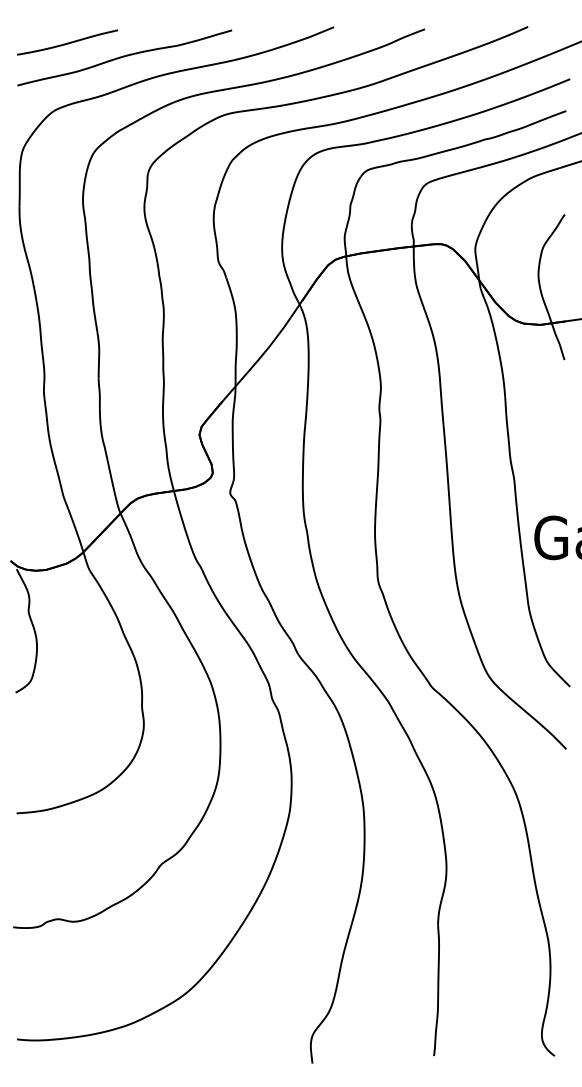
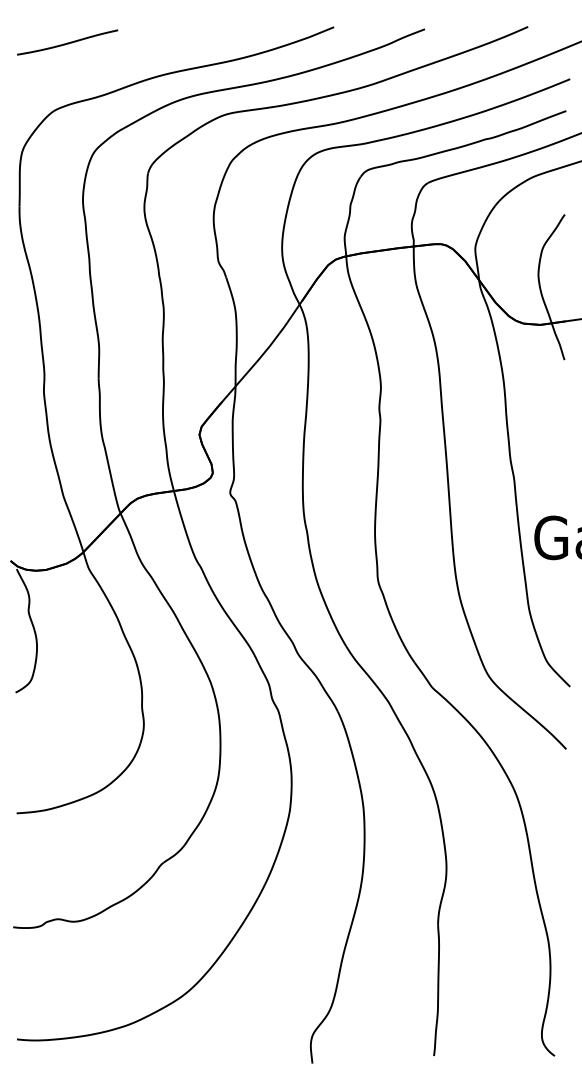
curve at (124, 57): present -> none
